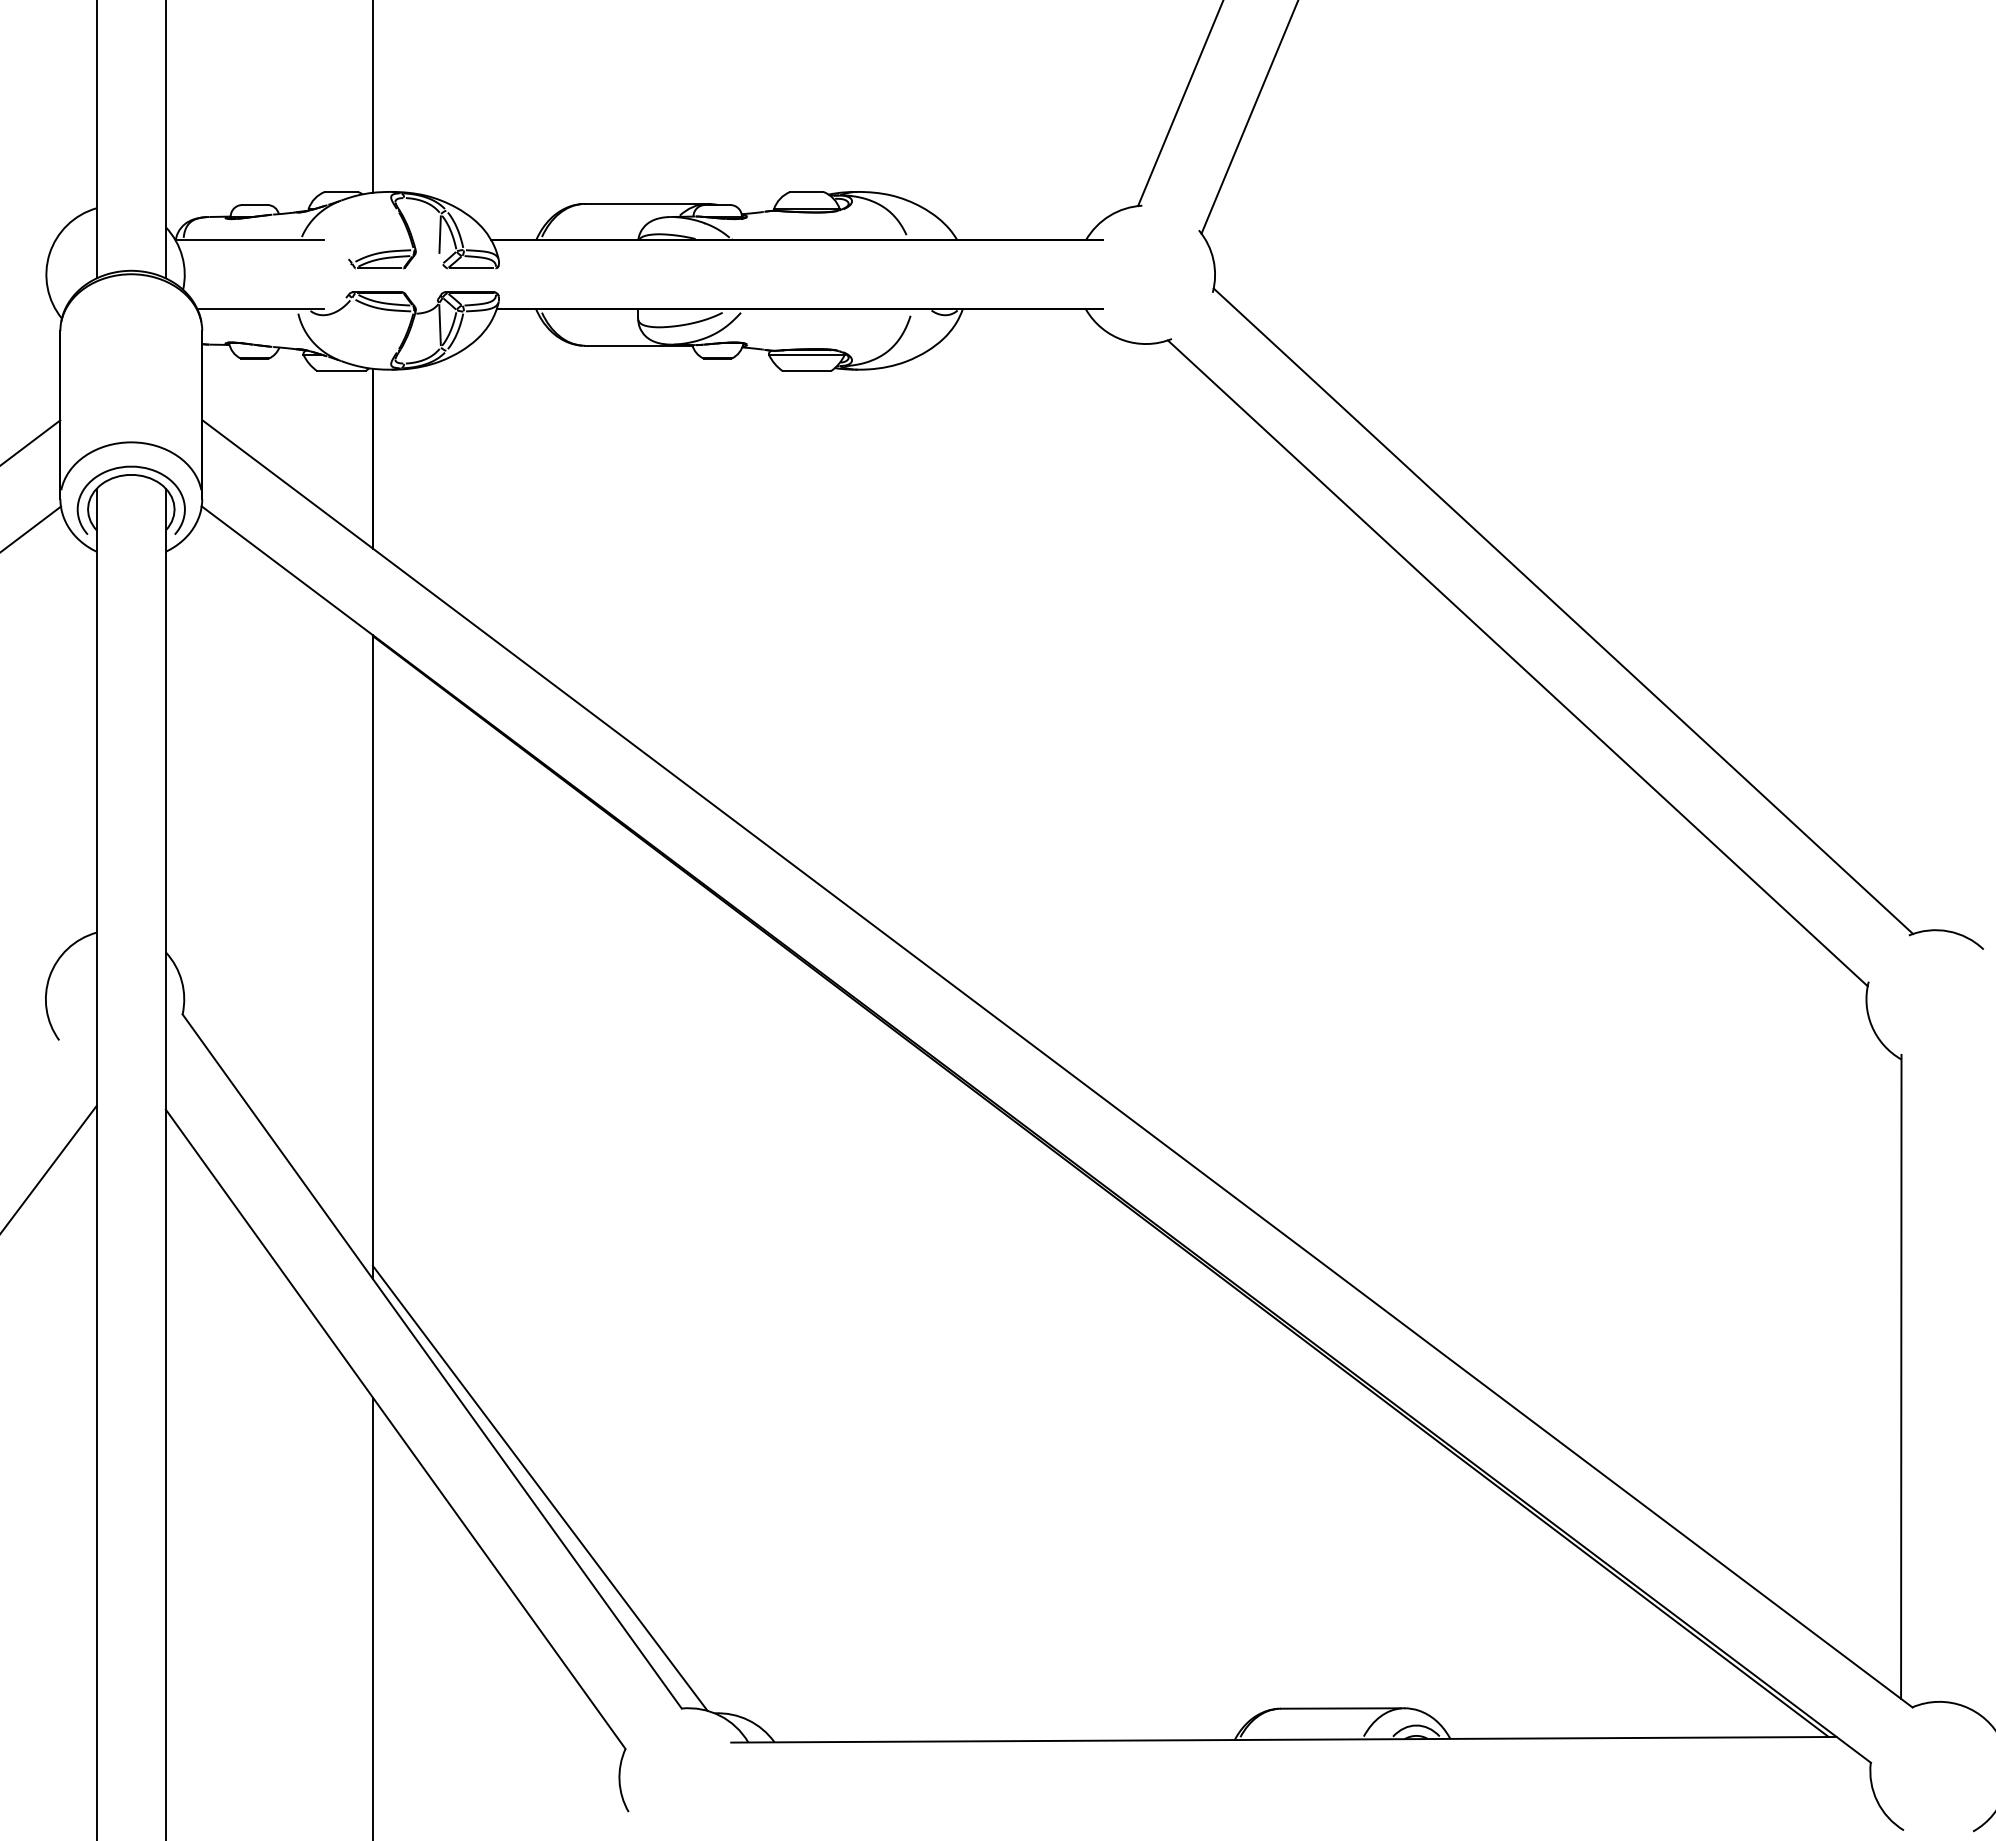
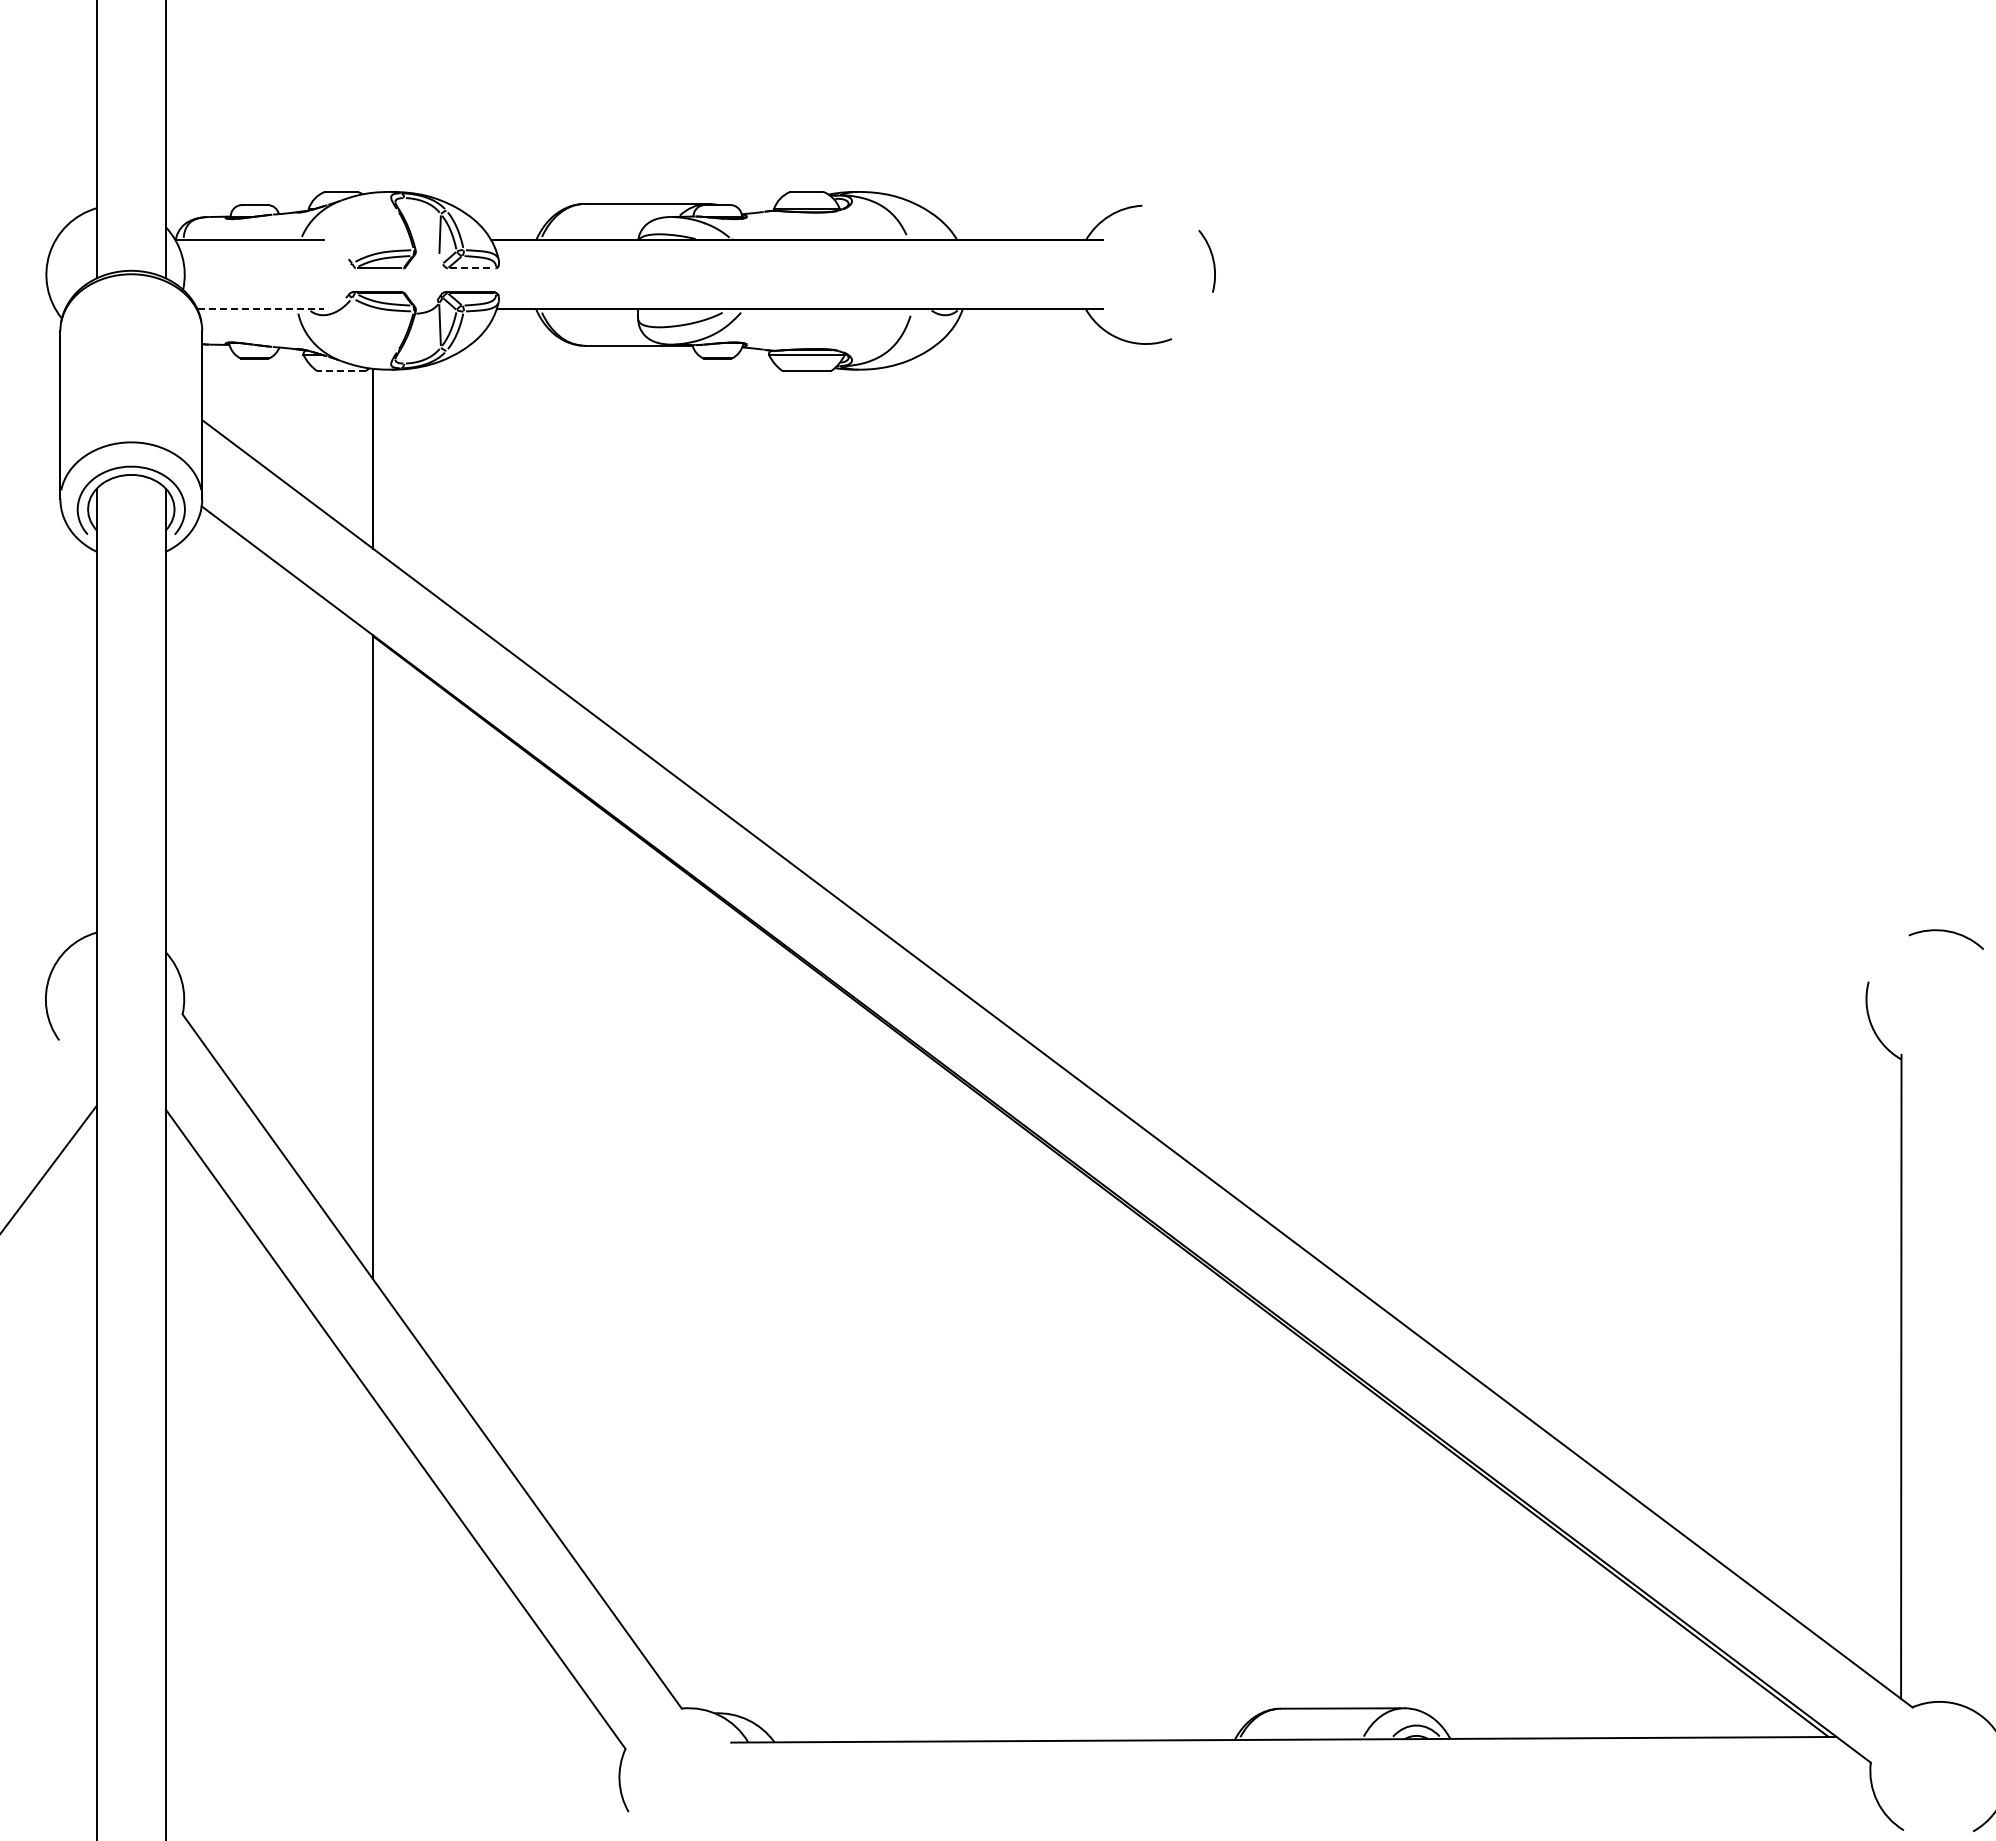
line at (372, 97): present -> none
line at (1180, 104): present -> none
line at (1249, 117): present -> none
line at (471, 268): solid -> dashed
line at (261, 309): solid -> dashed
line at (340, 371): solid -> dashed
line at (31, 442): present -> none
line at (31, 528): present -> none
line at (1563, 610): present -> none
line at (1517, 663): present -> none
line at (539, 1488): present -> none
line at (372, 1617): present -> none
